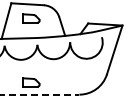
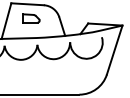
part at (31, 82): present -> none
line at (40, 94): dashed -> solid
